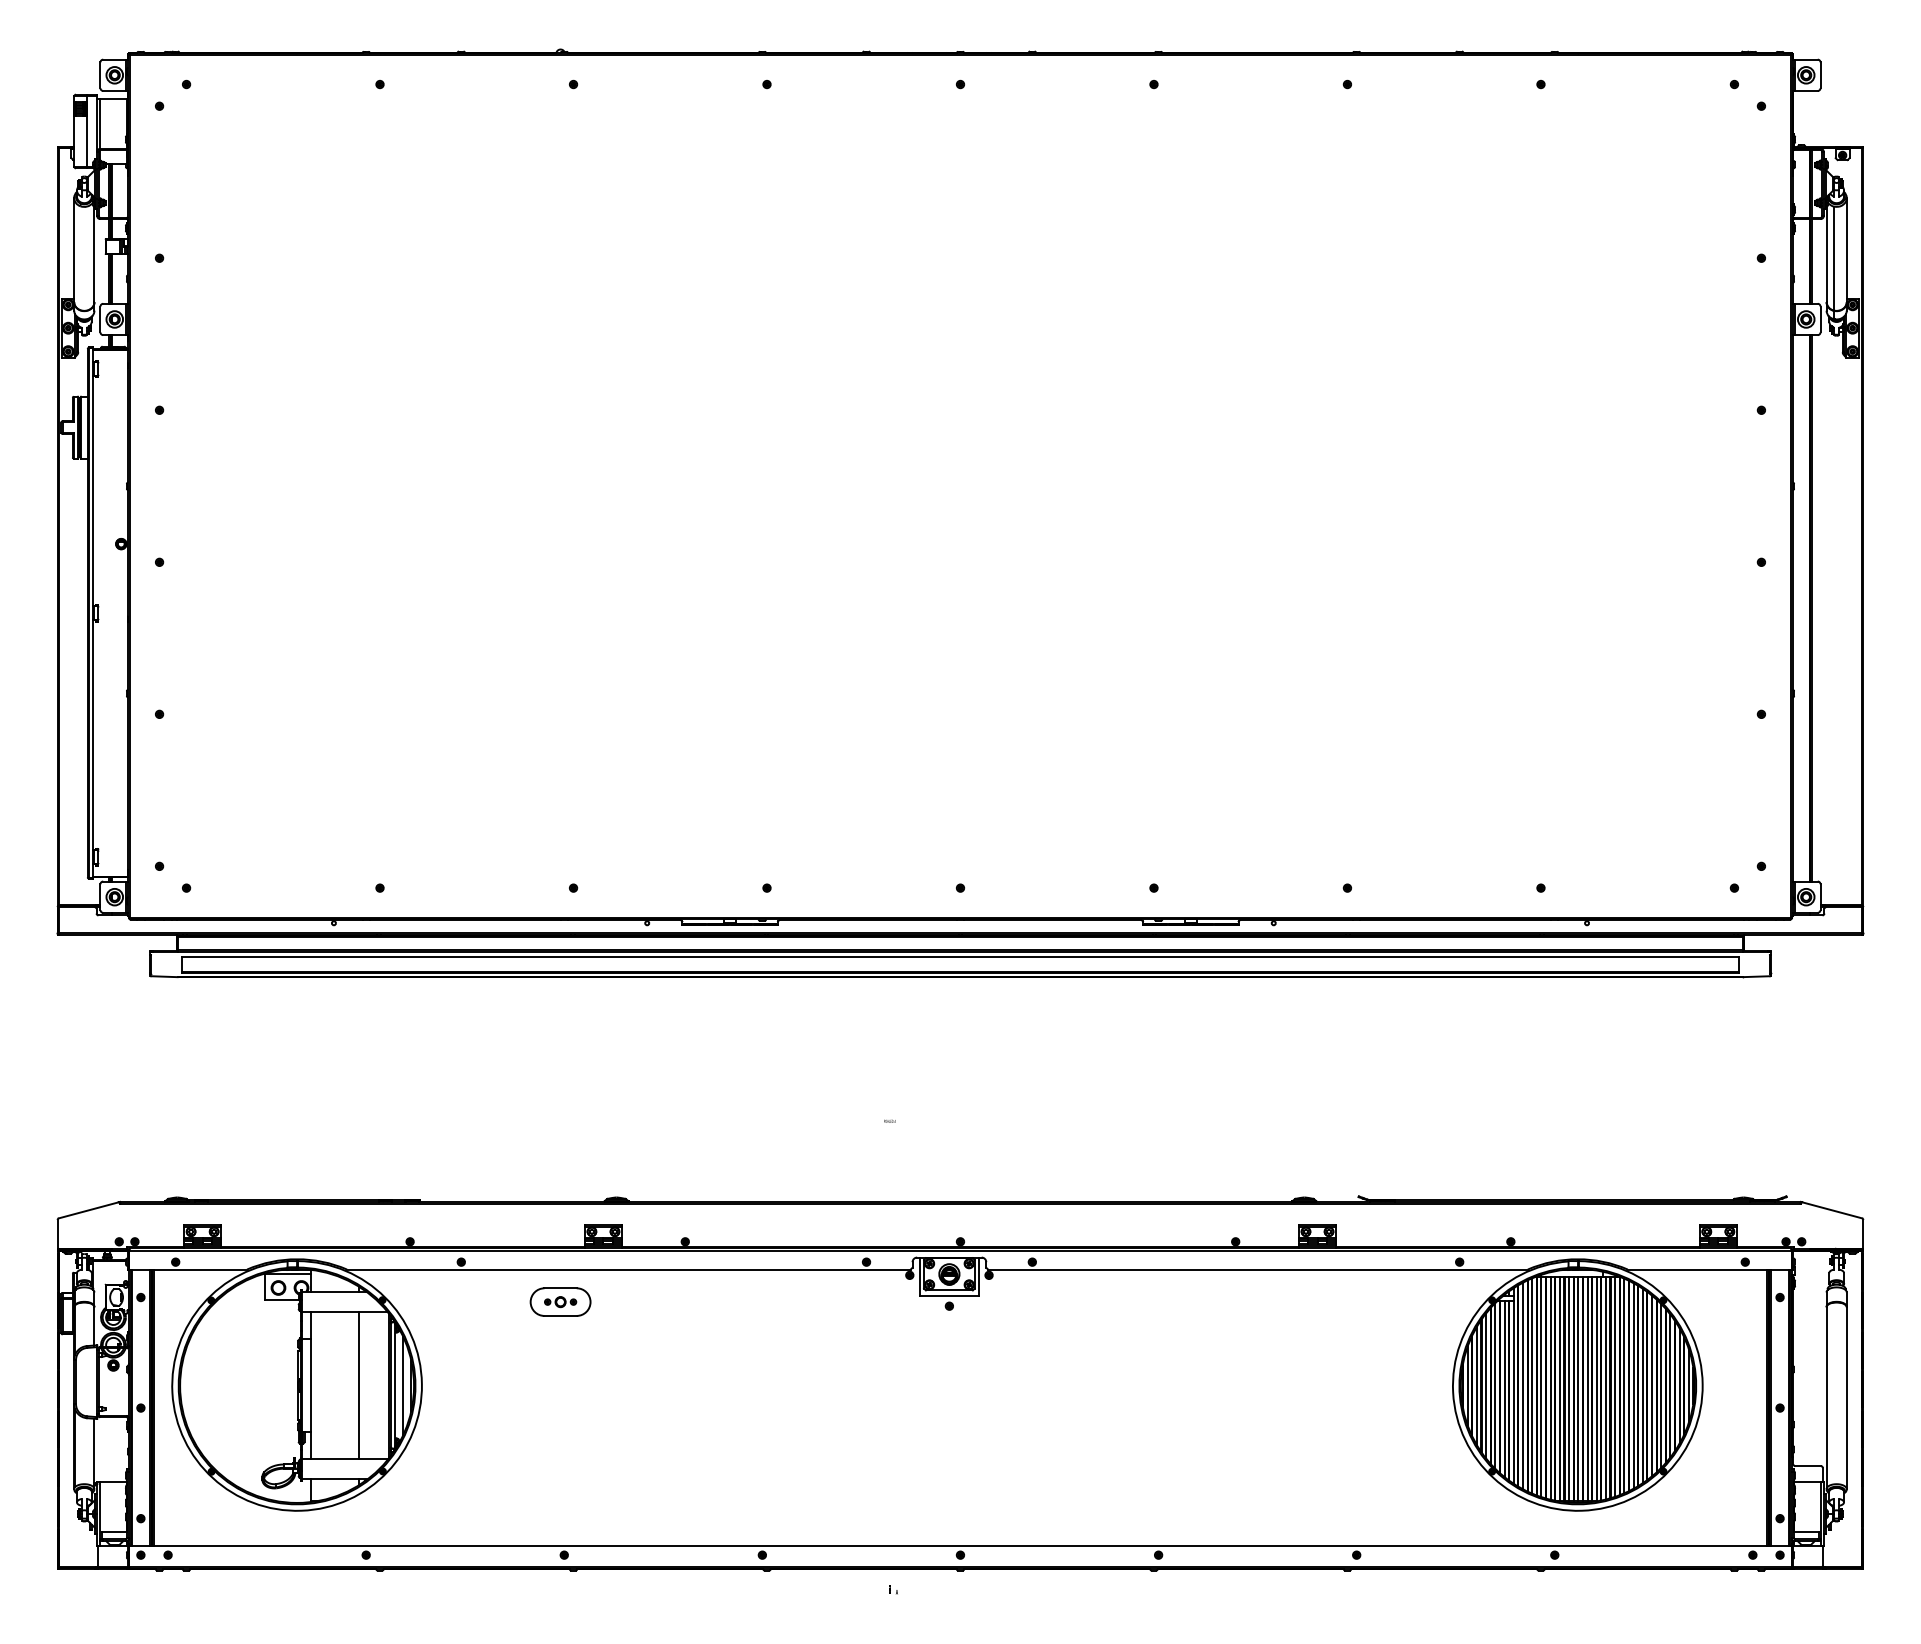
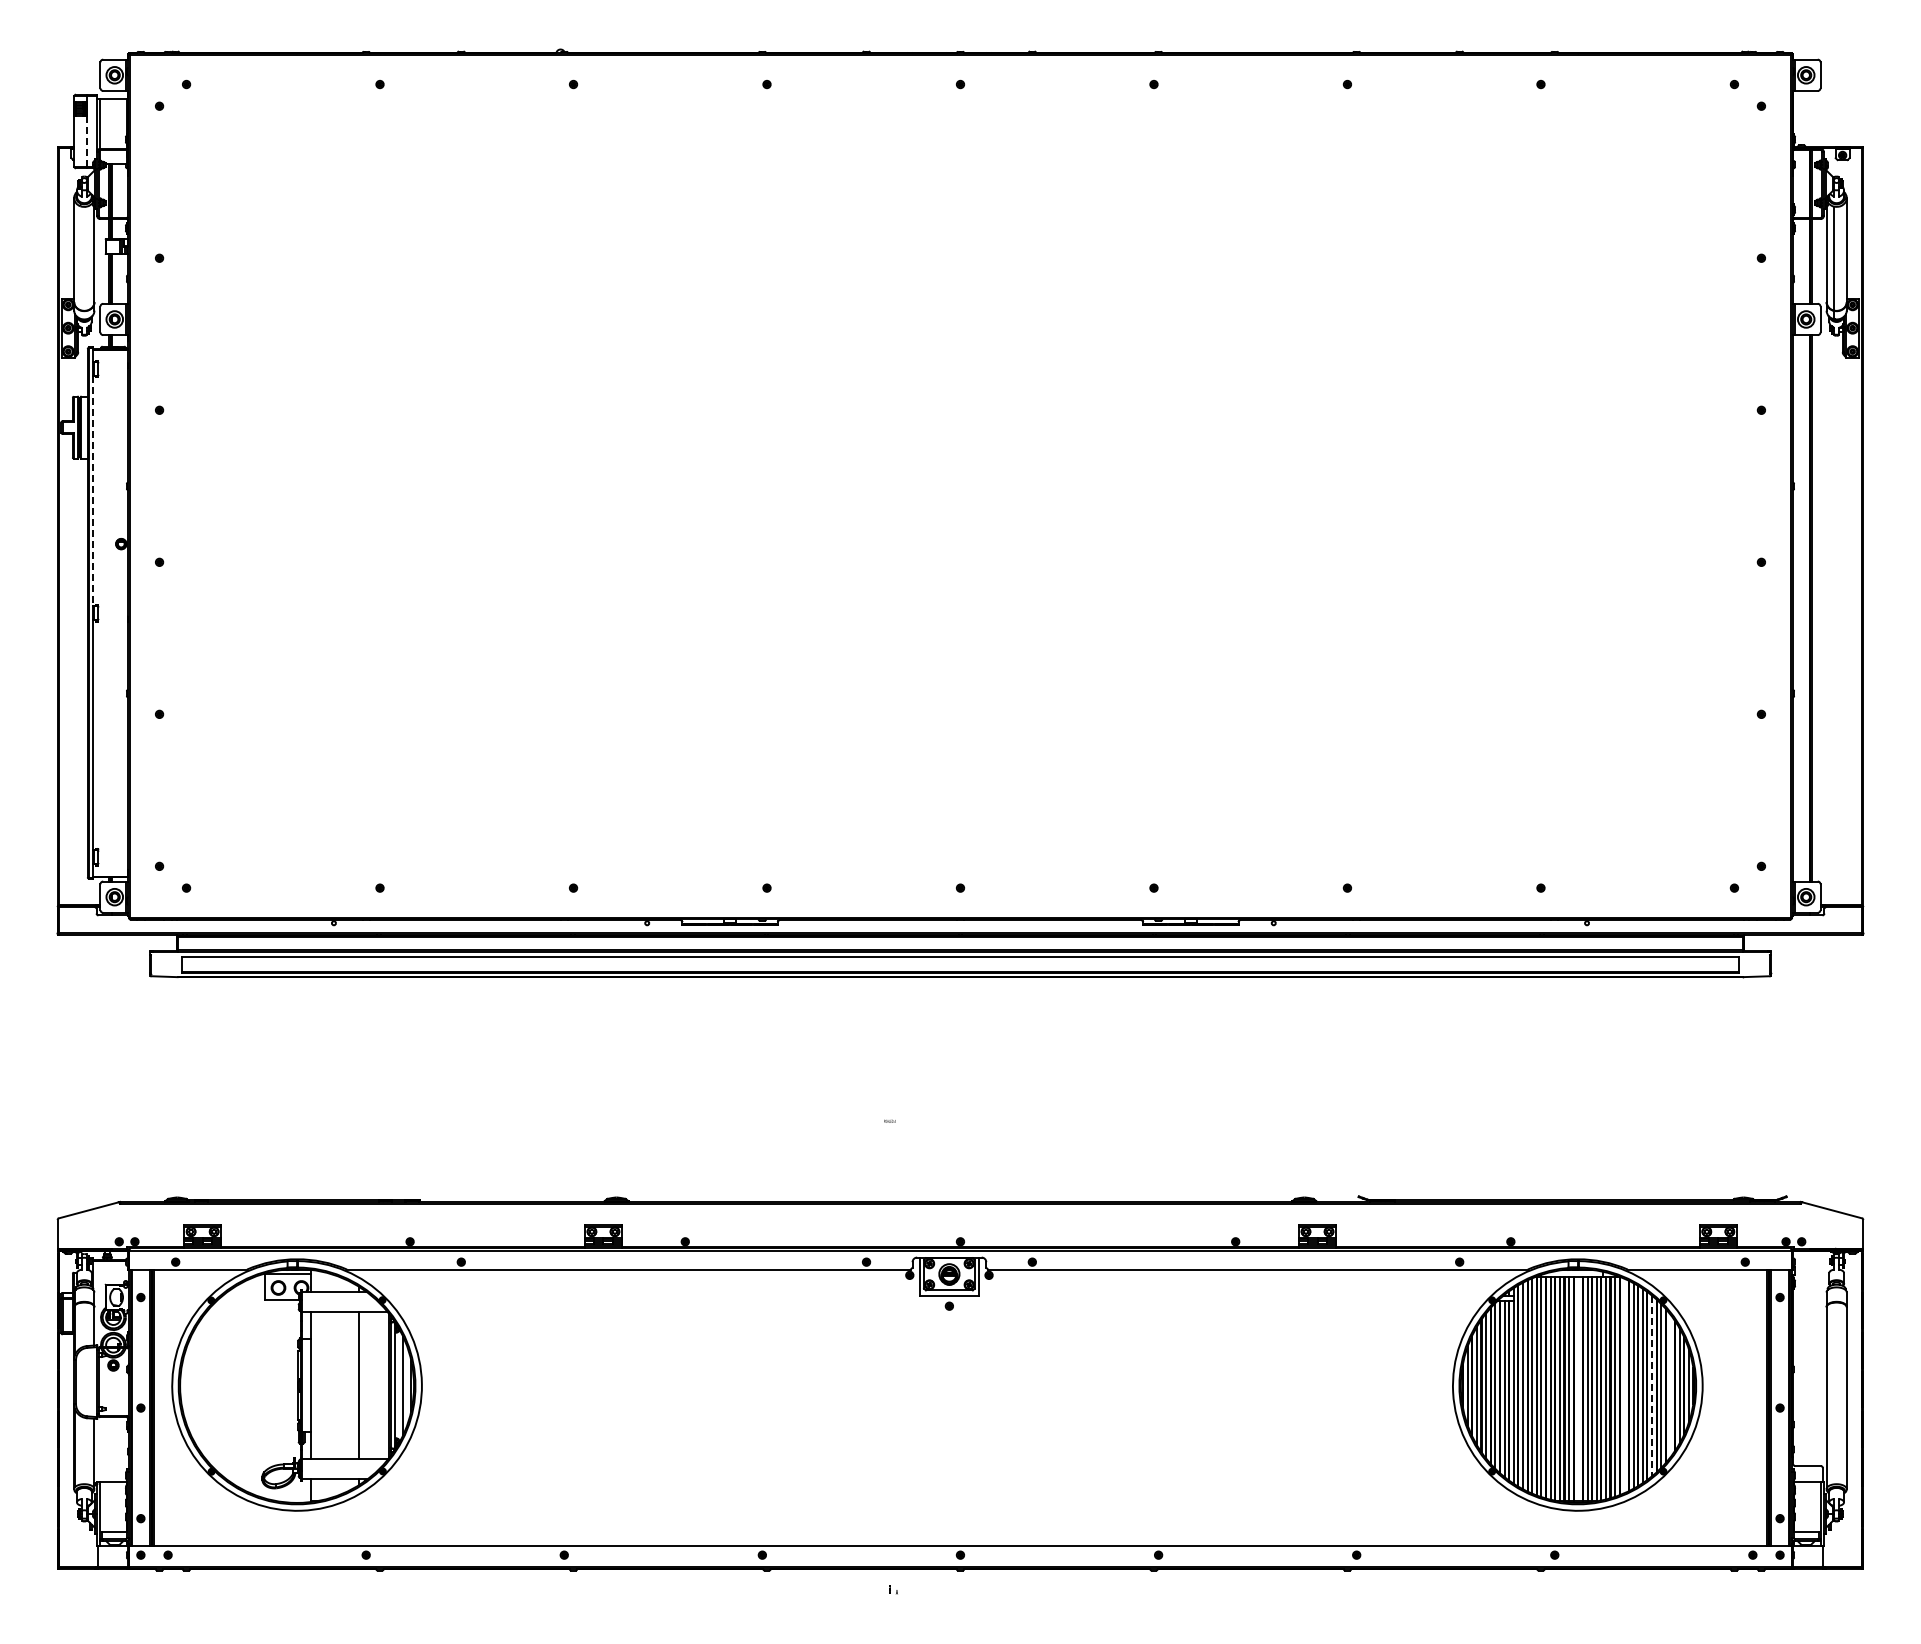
line at (86, 140): solid -> dashed
line at (93, 491): solid -> dashed
part at (560, 1301): present -> none
line at (1624, 1385): present -> none
line at (1670, 1385): present -> none
line at (1651, 1386): solid -> dashed
line at (1578, 1389): present -> none
